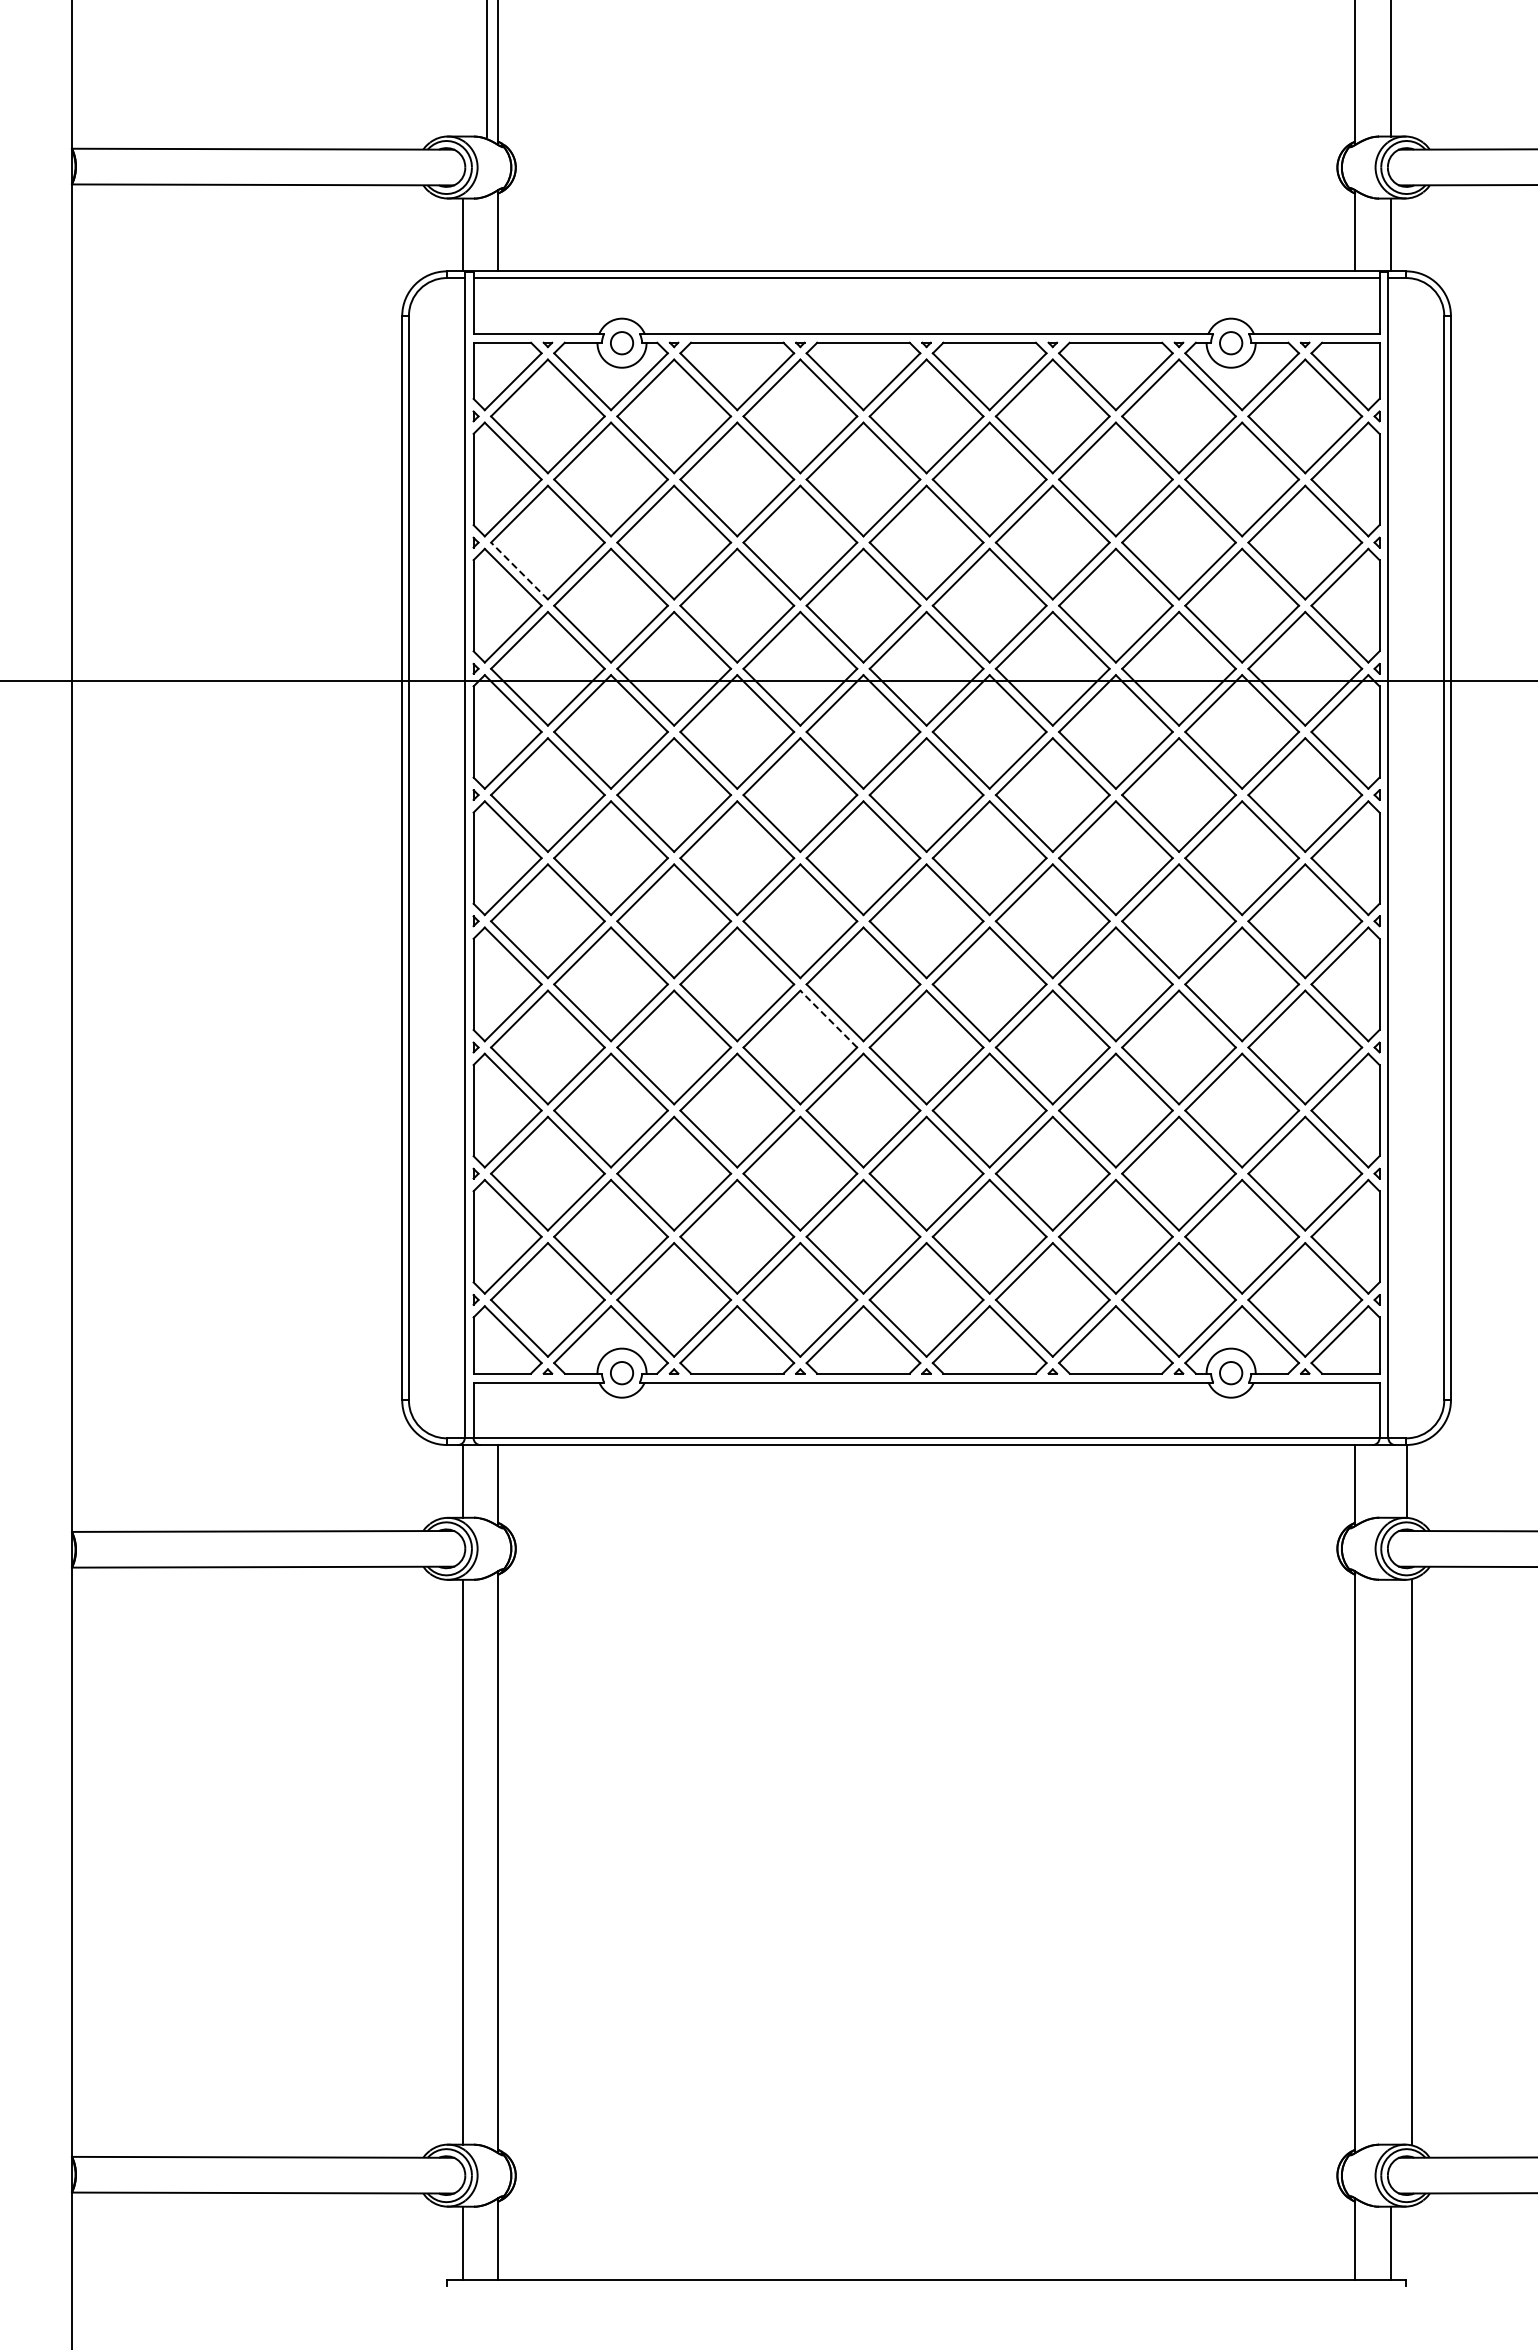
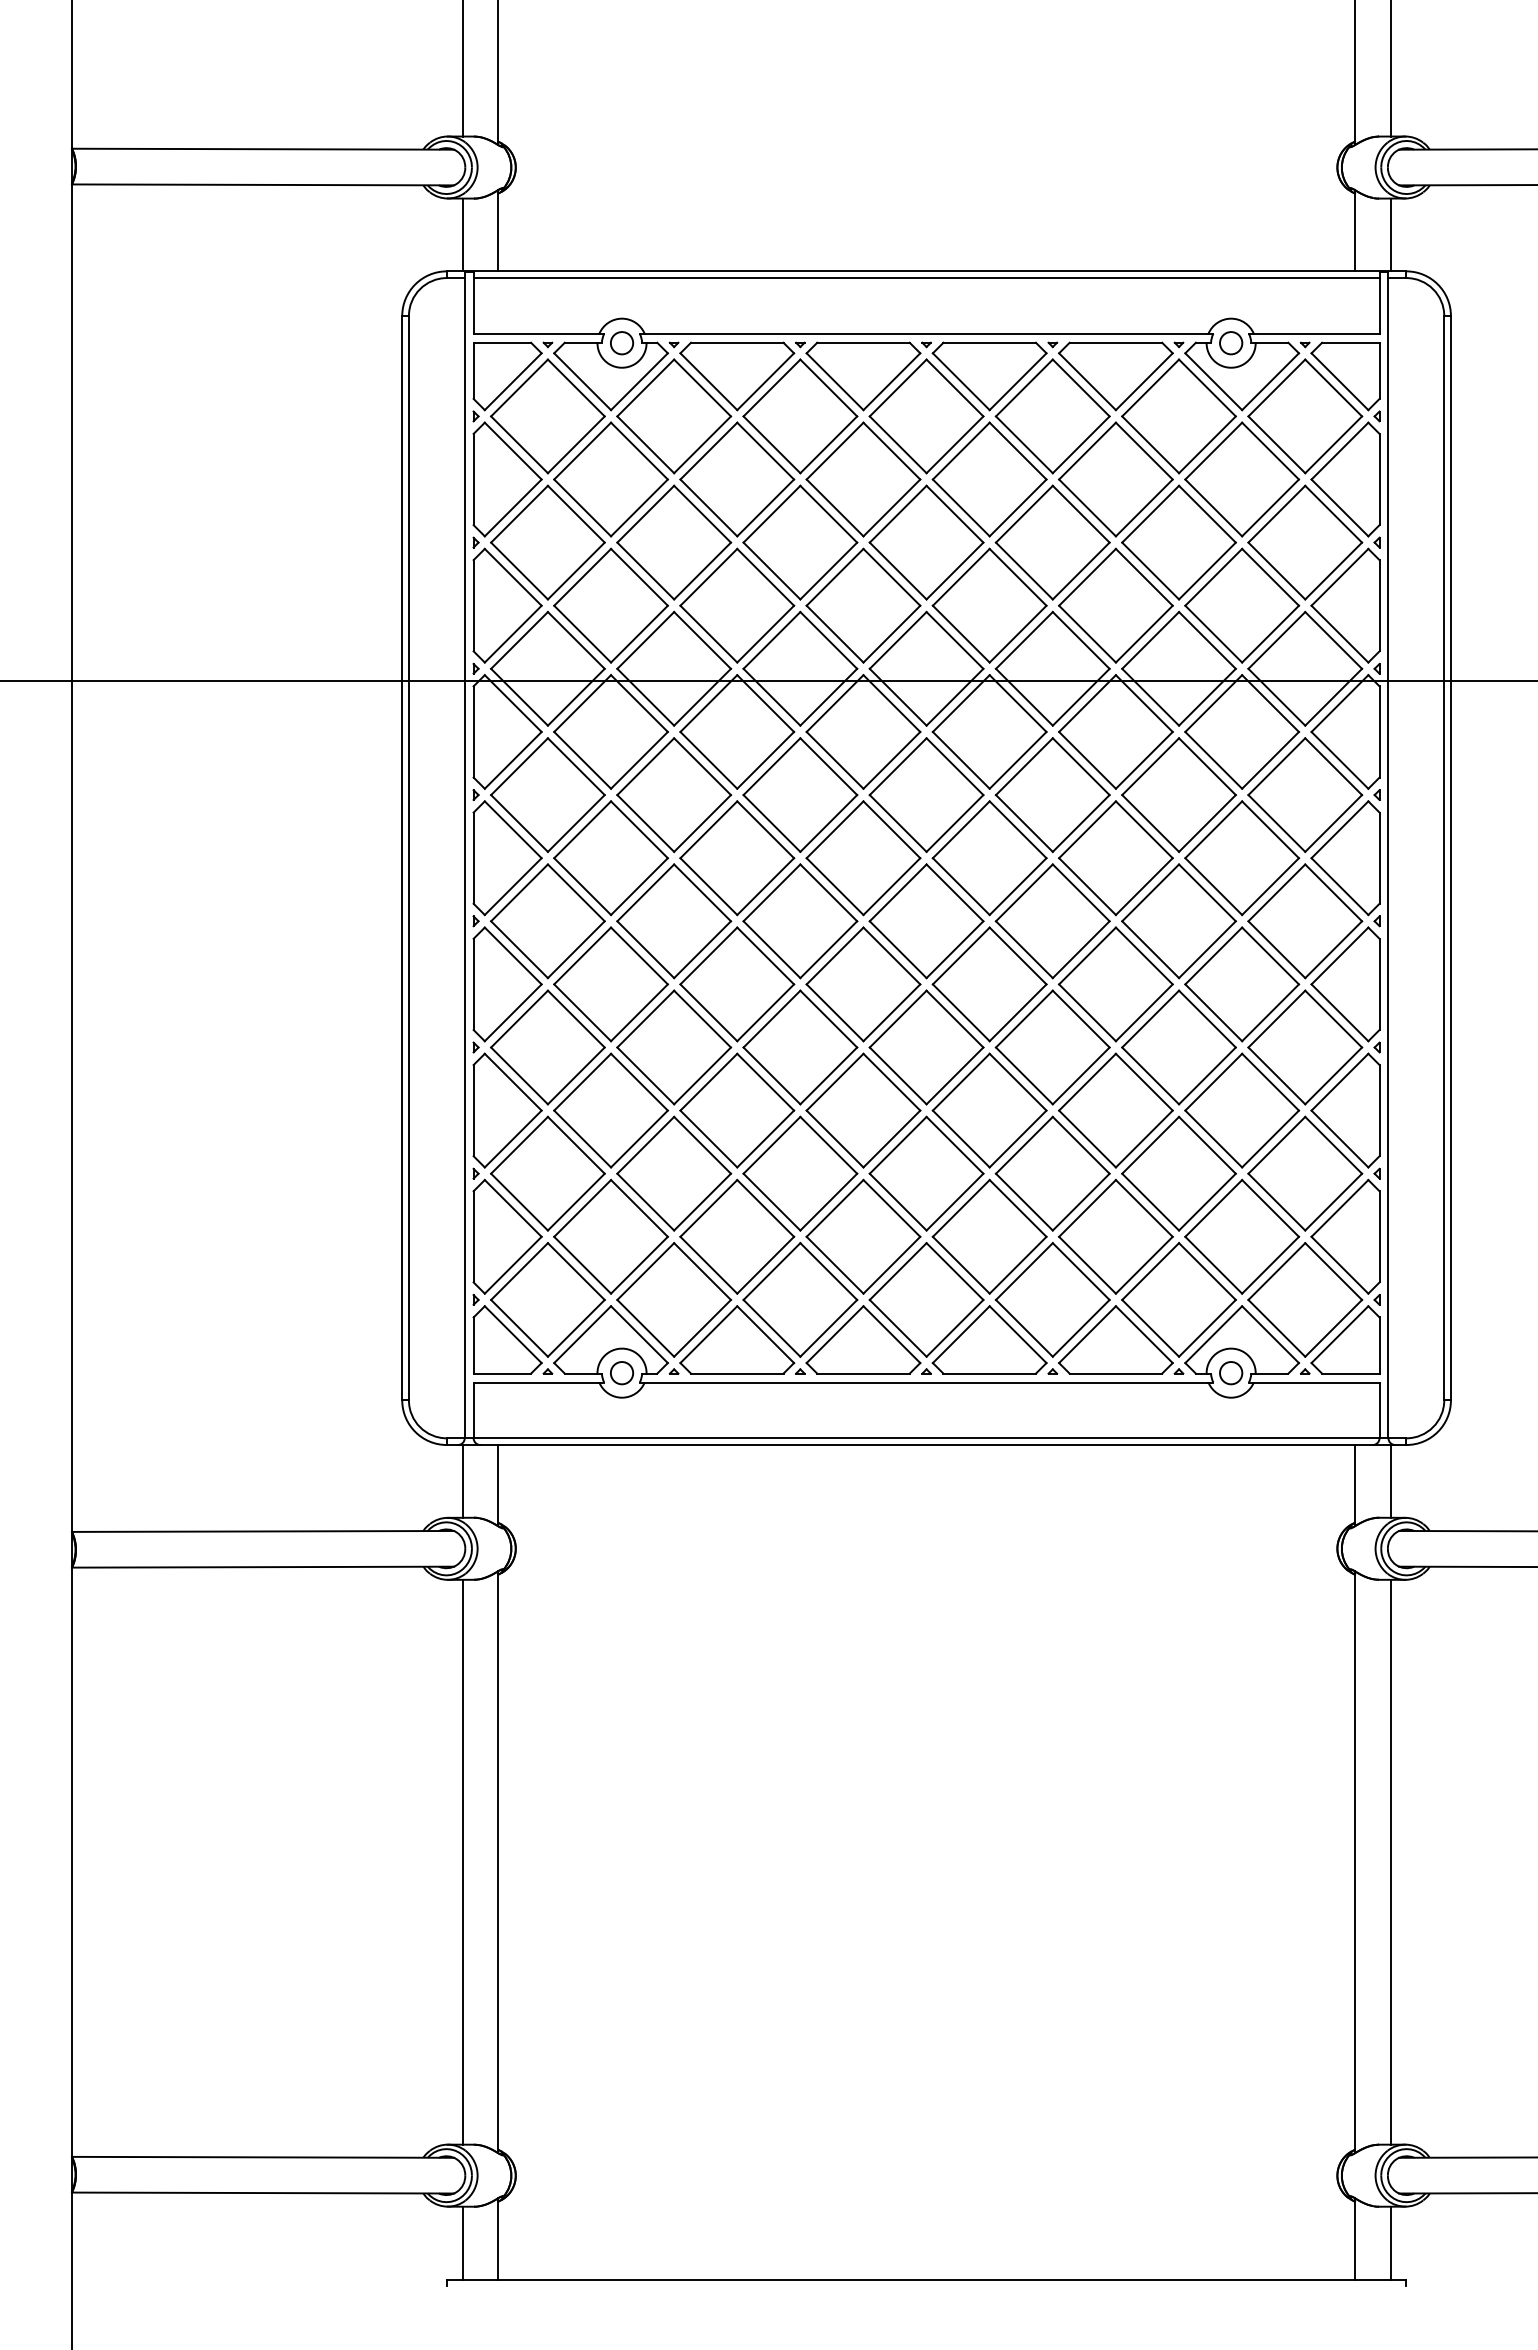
line at (486, 69) position: (486, 69) -> (462, 69)
line at (519, 570): dashed -> solid
line at (828, 1018): dashed -> solid
line at (1406, 1481) position: (1406, 1481) -> (1390, 1481)
line at (1411, 1861) position: (1411, 1861) -> (1390, 1861)
